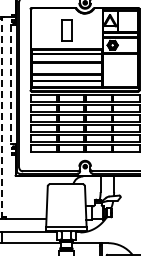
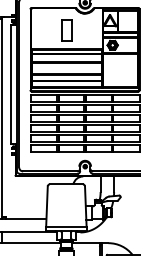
line at (11, 84): dashed -> solid
line at (2, 119): dashed -> solid
